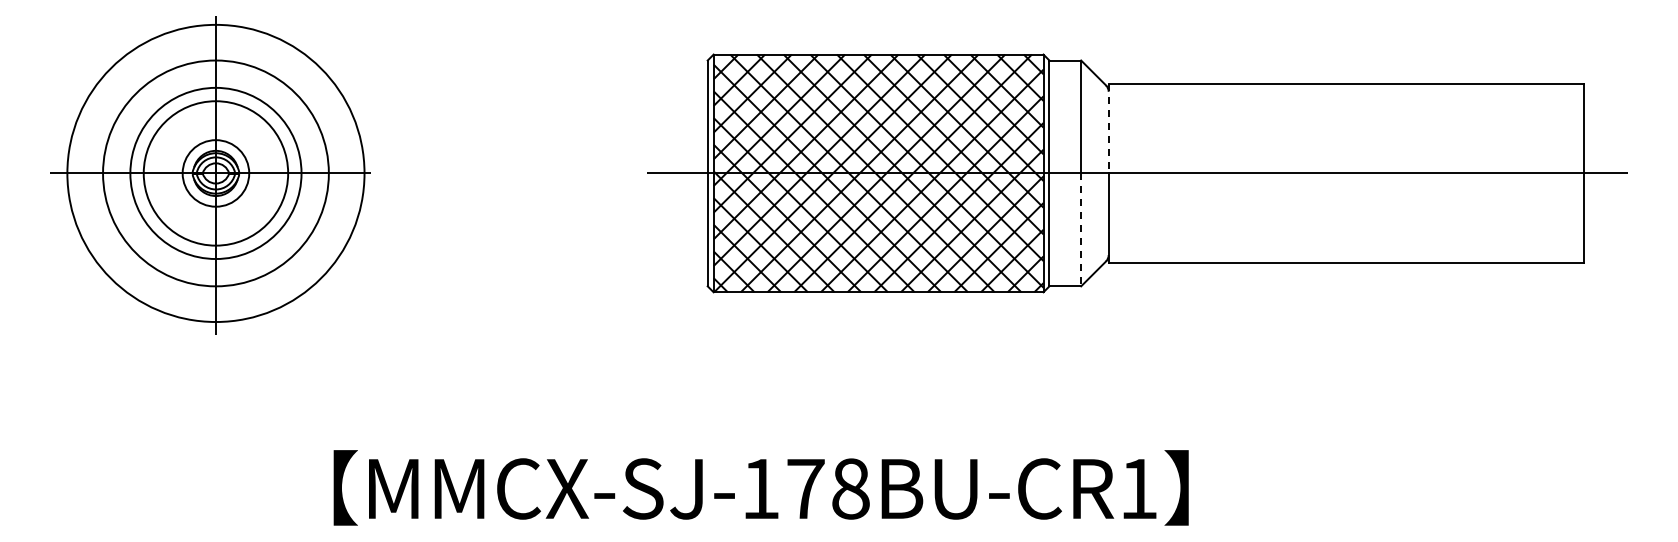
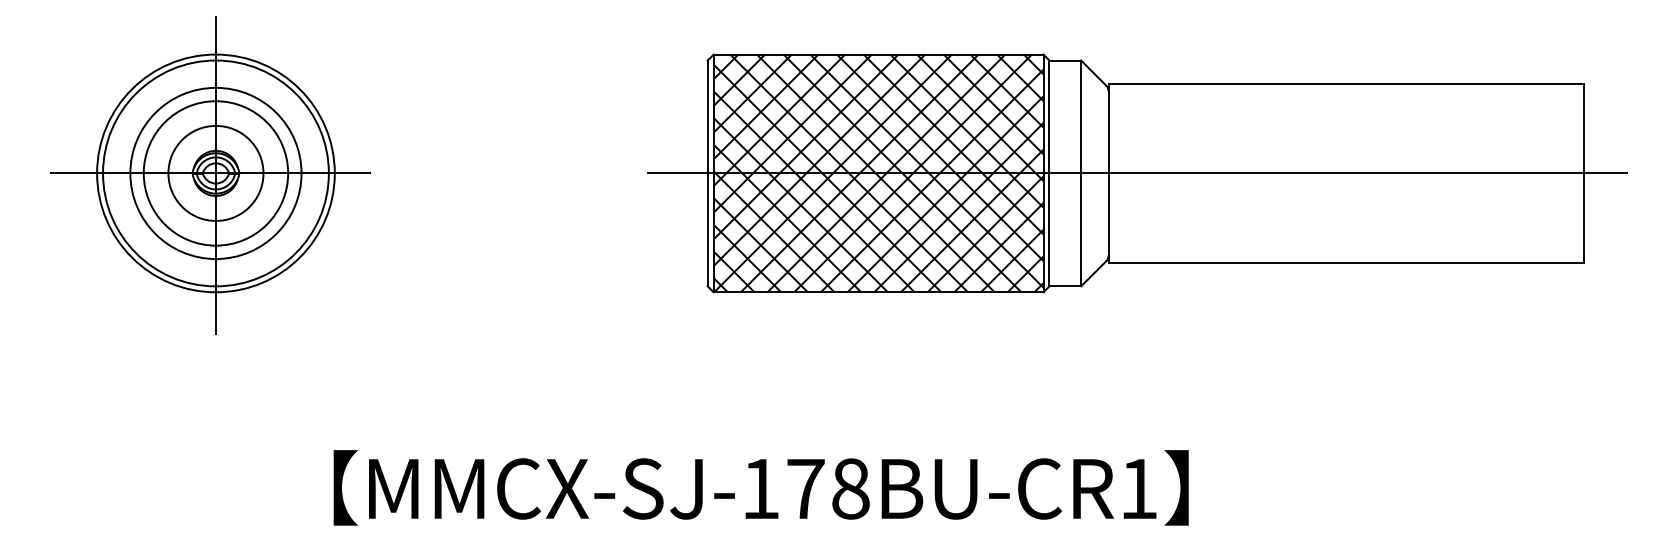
line at (1108, 128): dashed -> solid
circle at (215, 173) diameter: 297 px -> 238 px
circle at (215, 173) diameter: 67 px -> 95 px
line at (1081, 230): dashed -> solid
